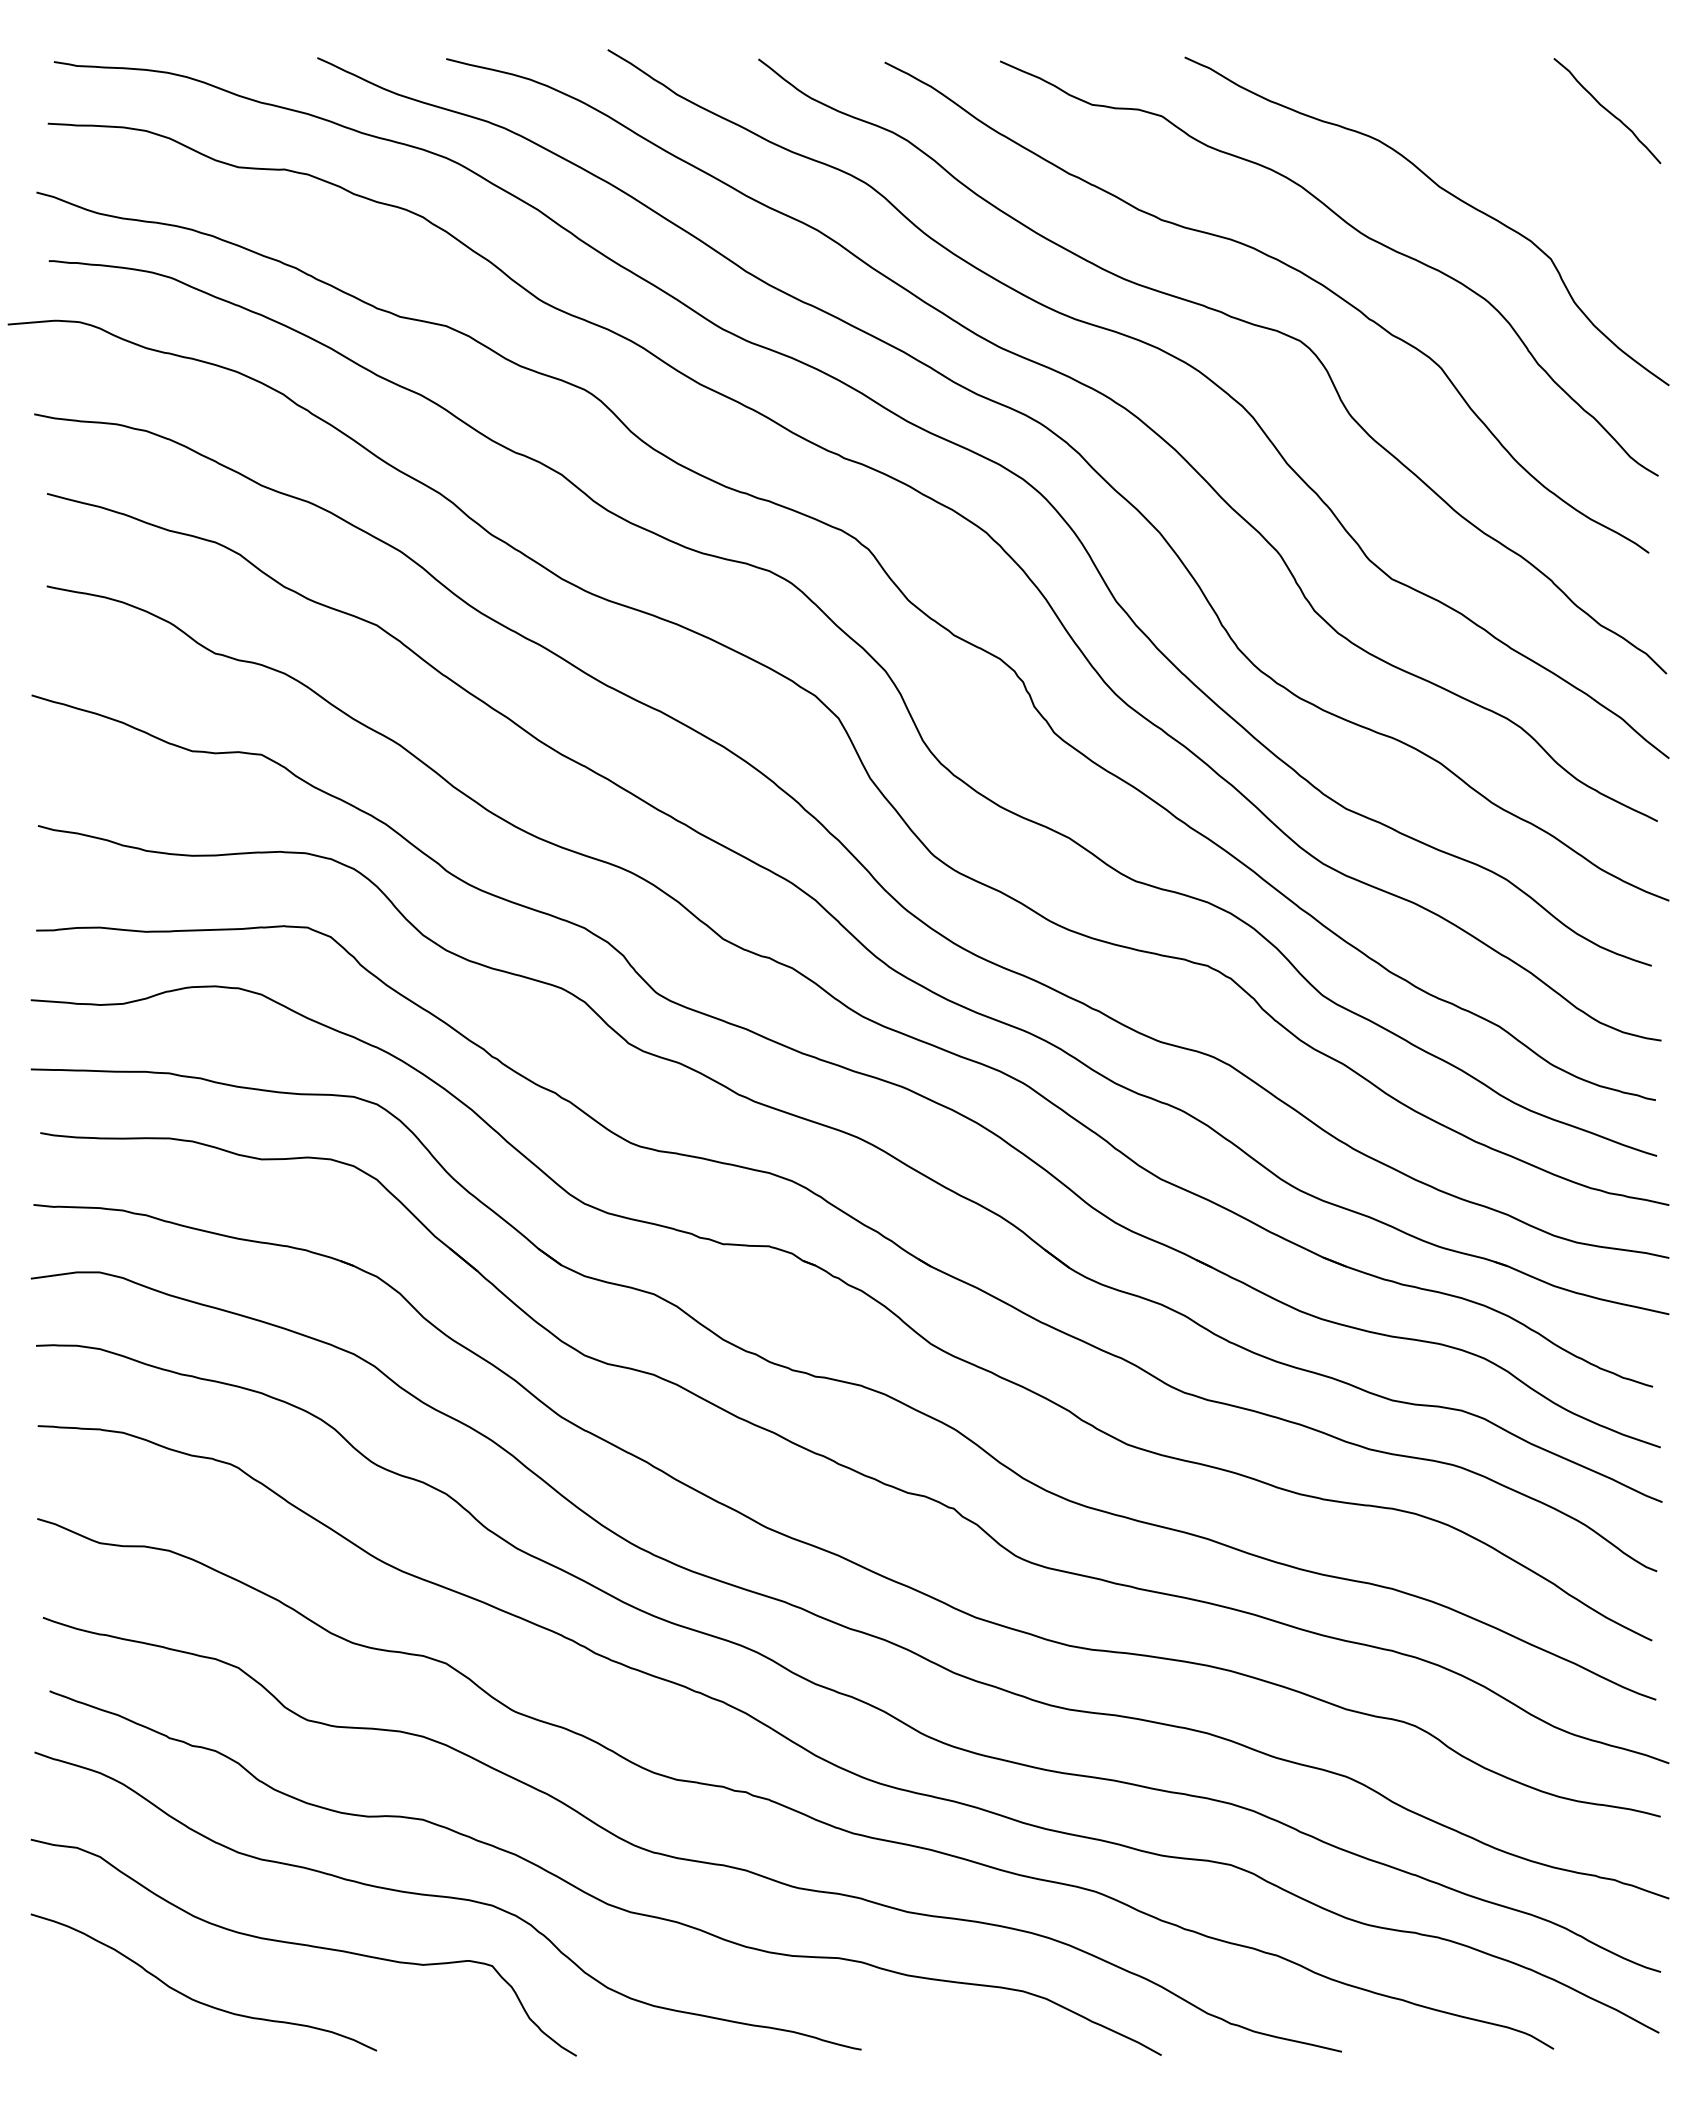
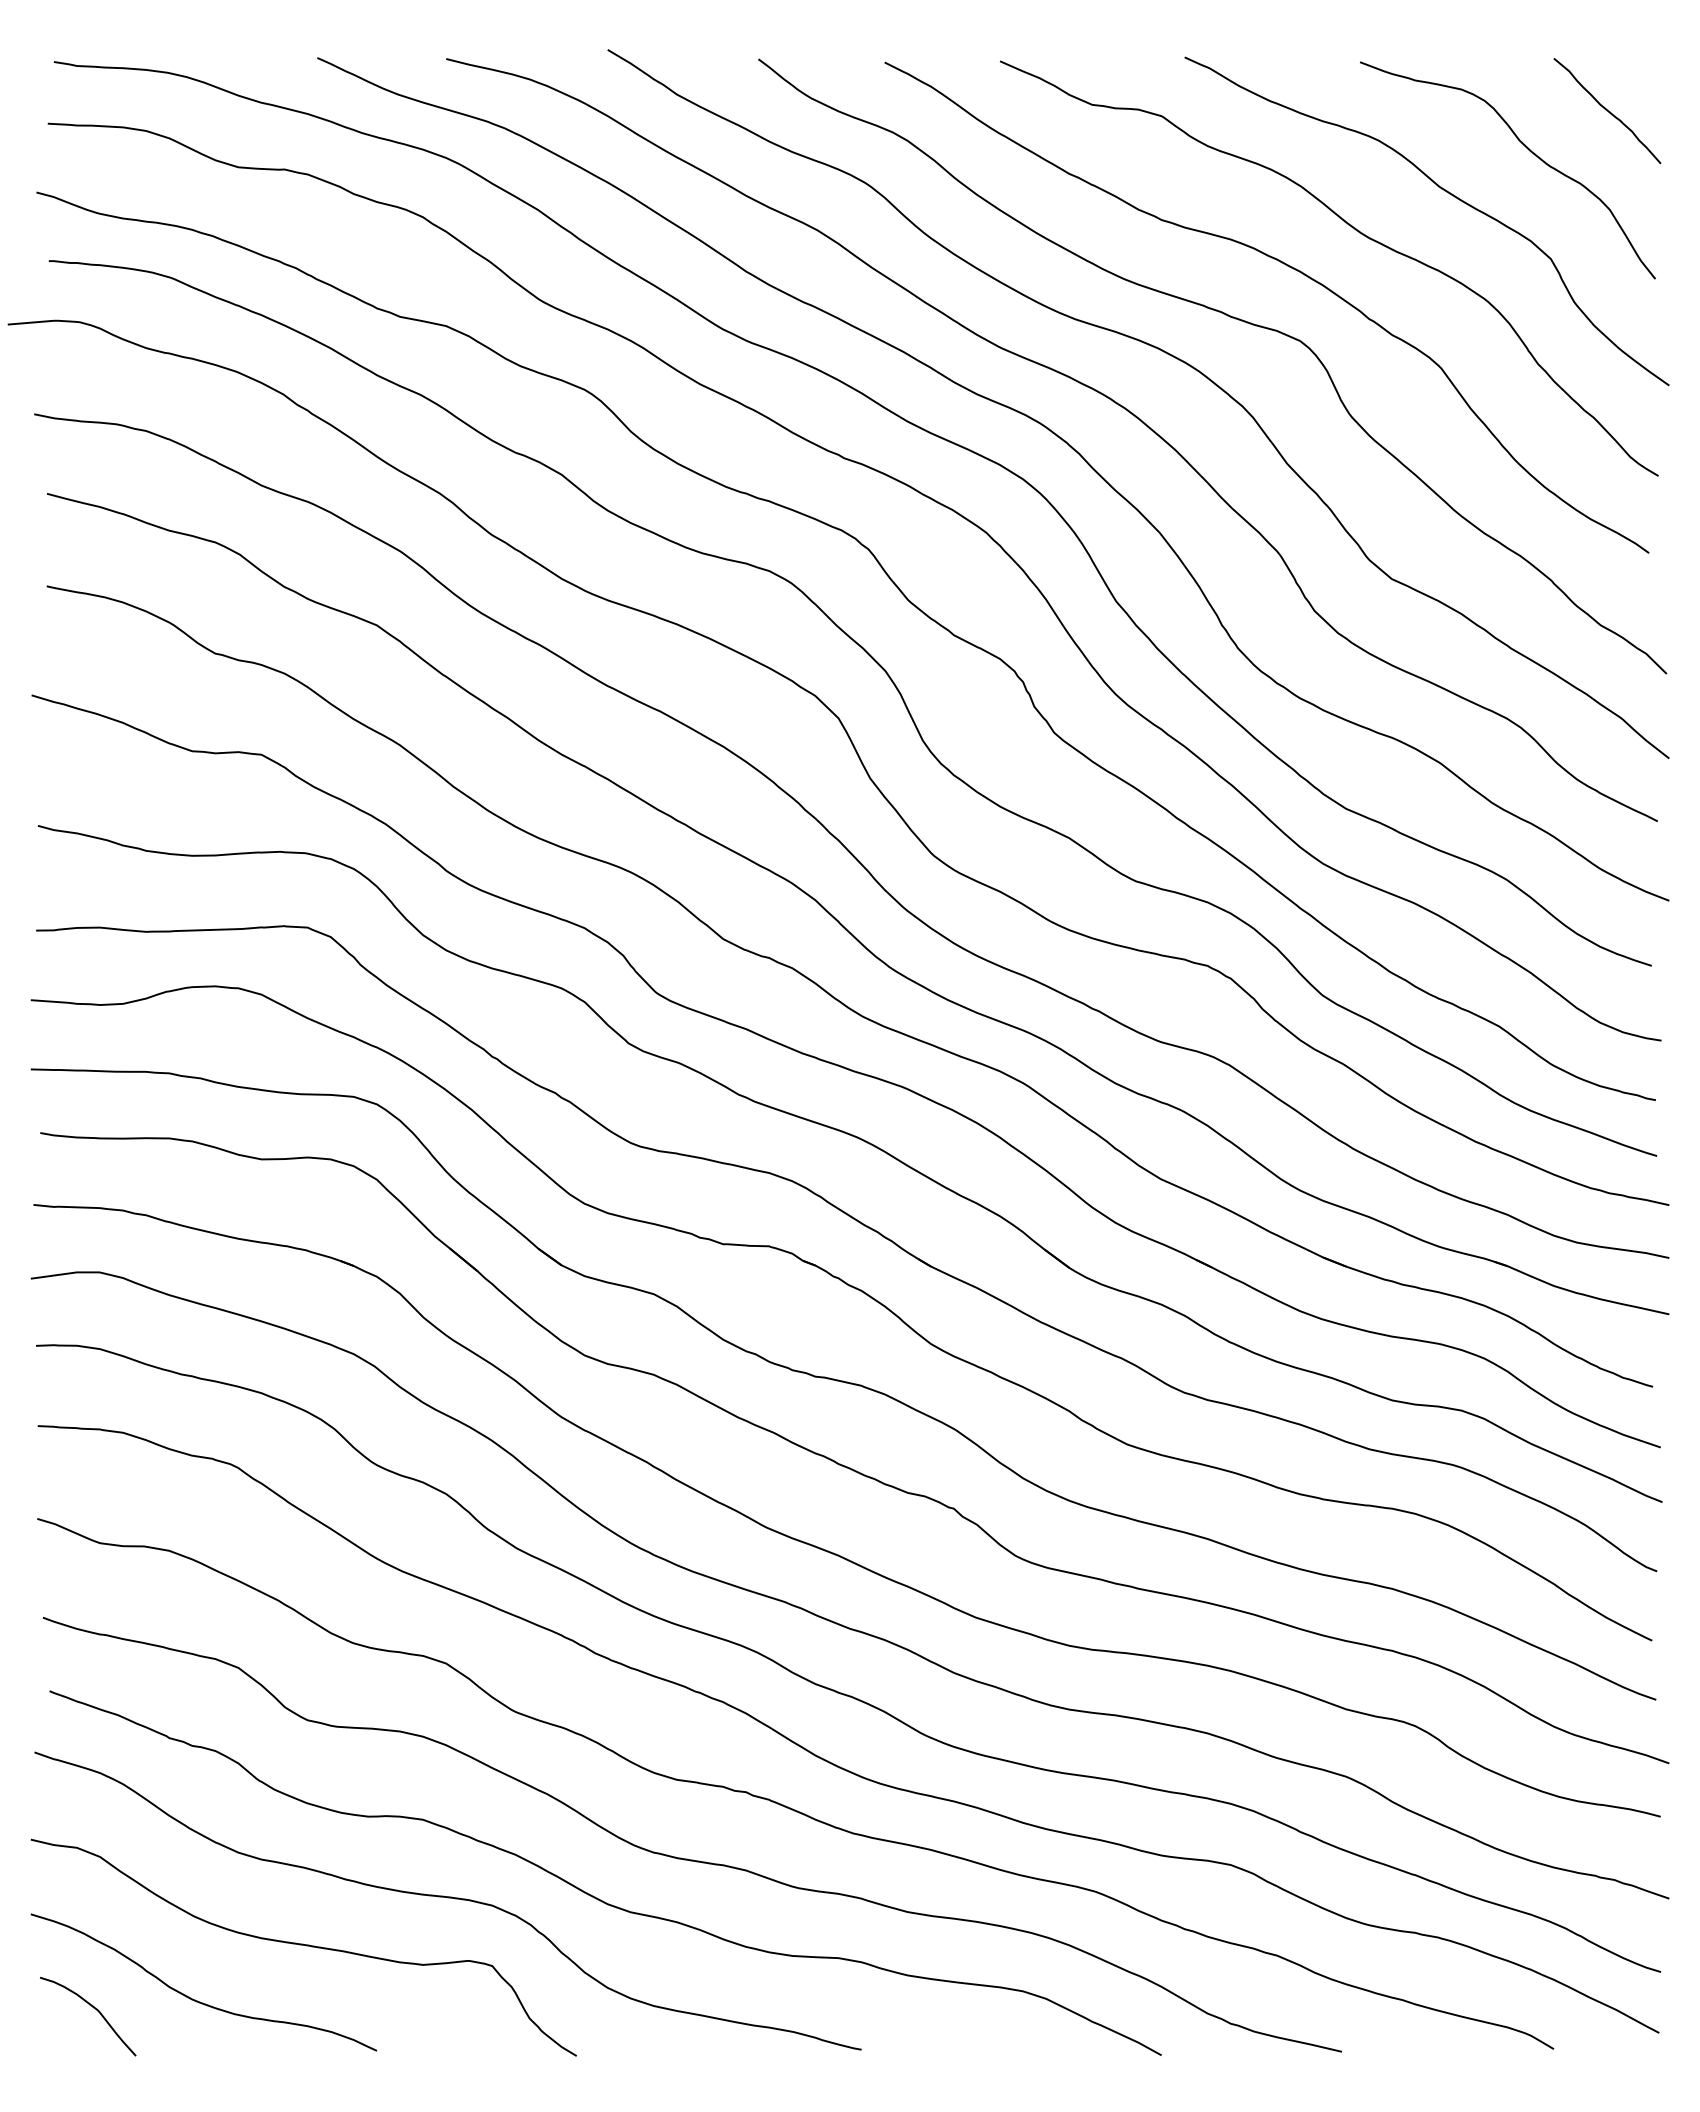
curve at (1527, 149): none -> present
curve at (93, 2008): none -> present
